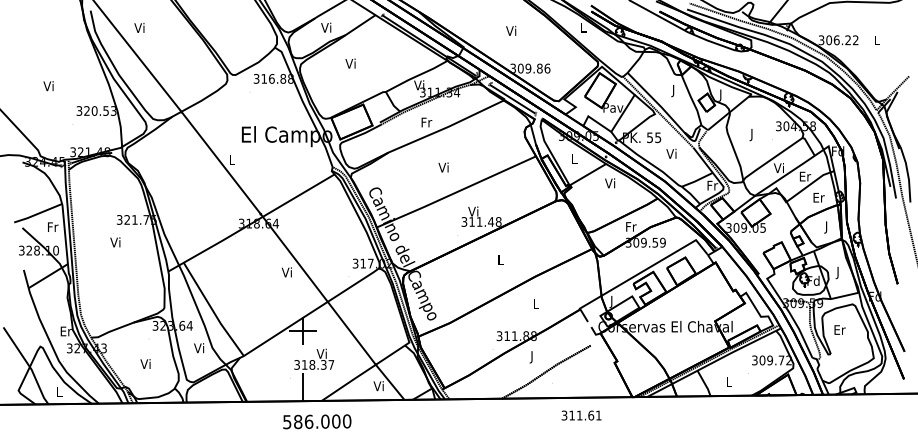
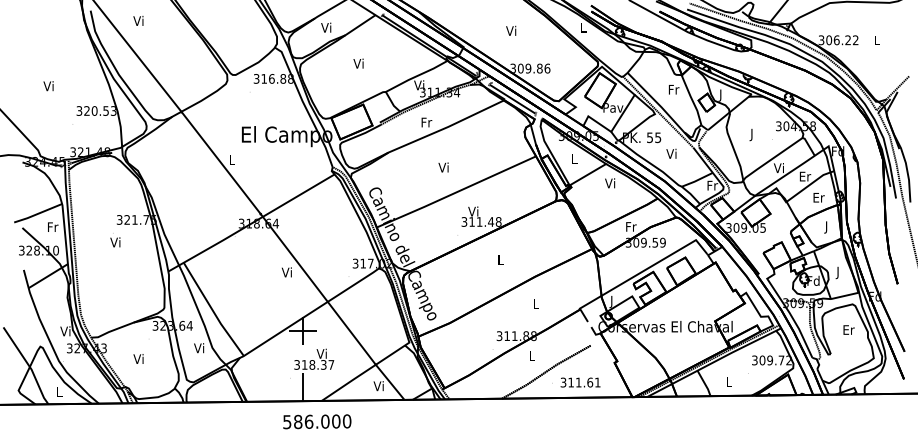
text at (139, 27) position: (139, 27) -> (138, 20)
text at (350, 63) position: (350, 63) -> (358, 63)
text at (673, 90): J -> Fr
text at (839, 329) position: (839, 329) -> (848, 329)
text at (65, 331): Er -> Vi
text at (531, 357): J -> L
text at (145, 363) position: (145, 363) -> (138, 358)
text at (581, 415) position: (581, 415) -> (580, 382)
